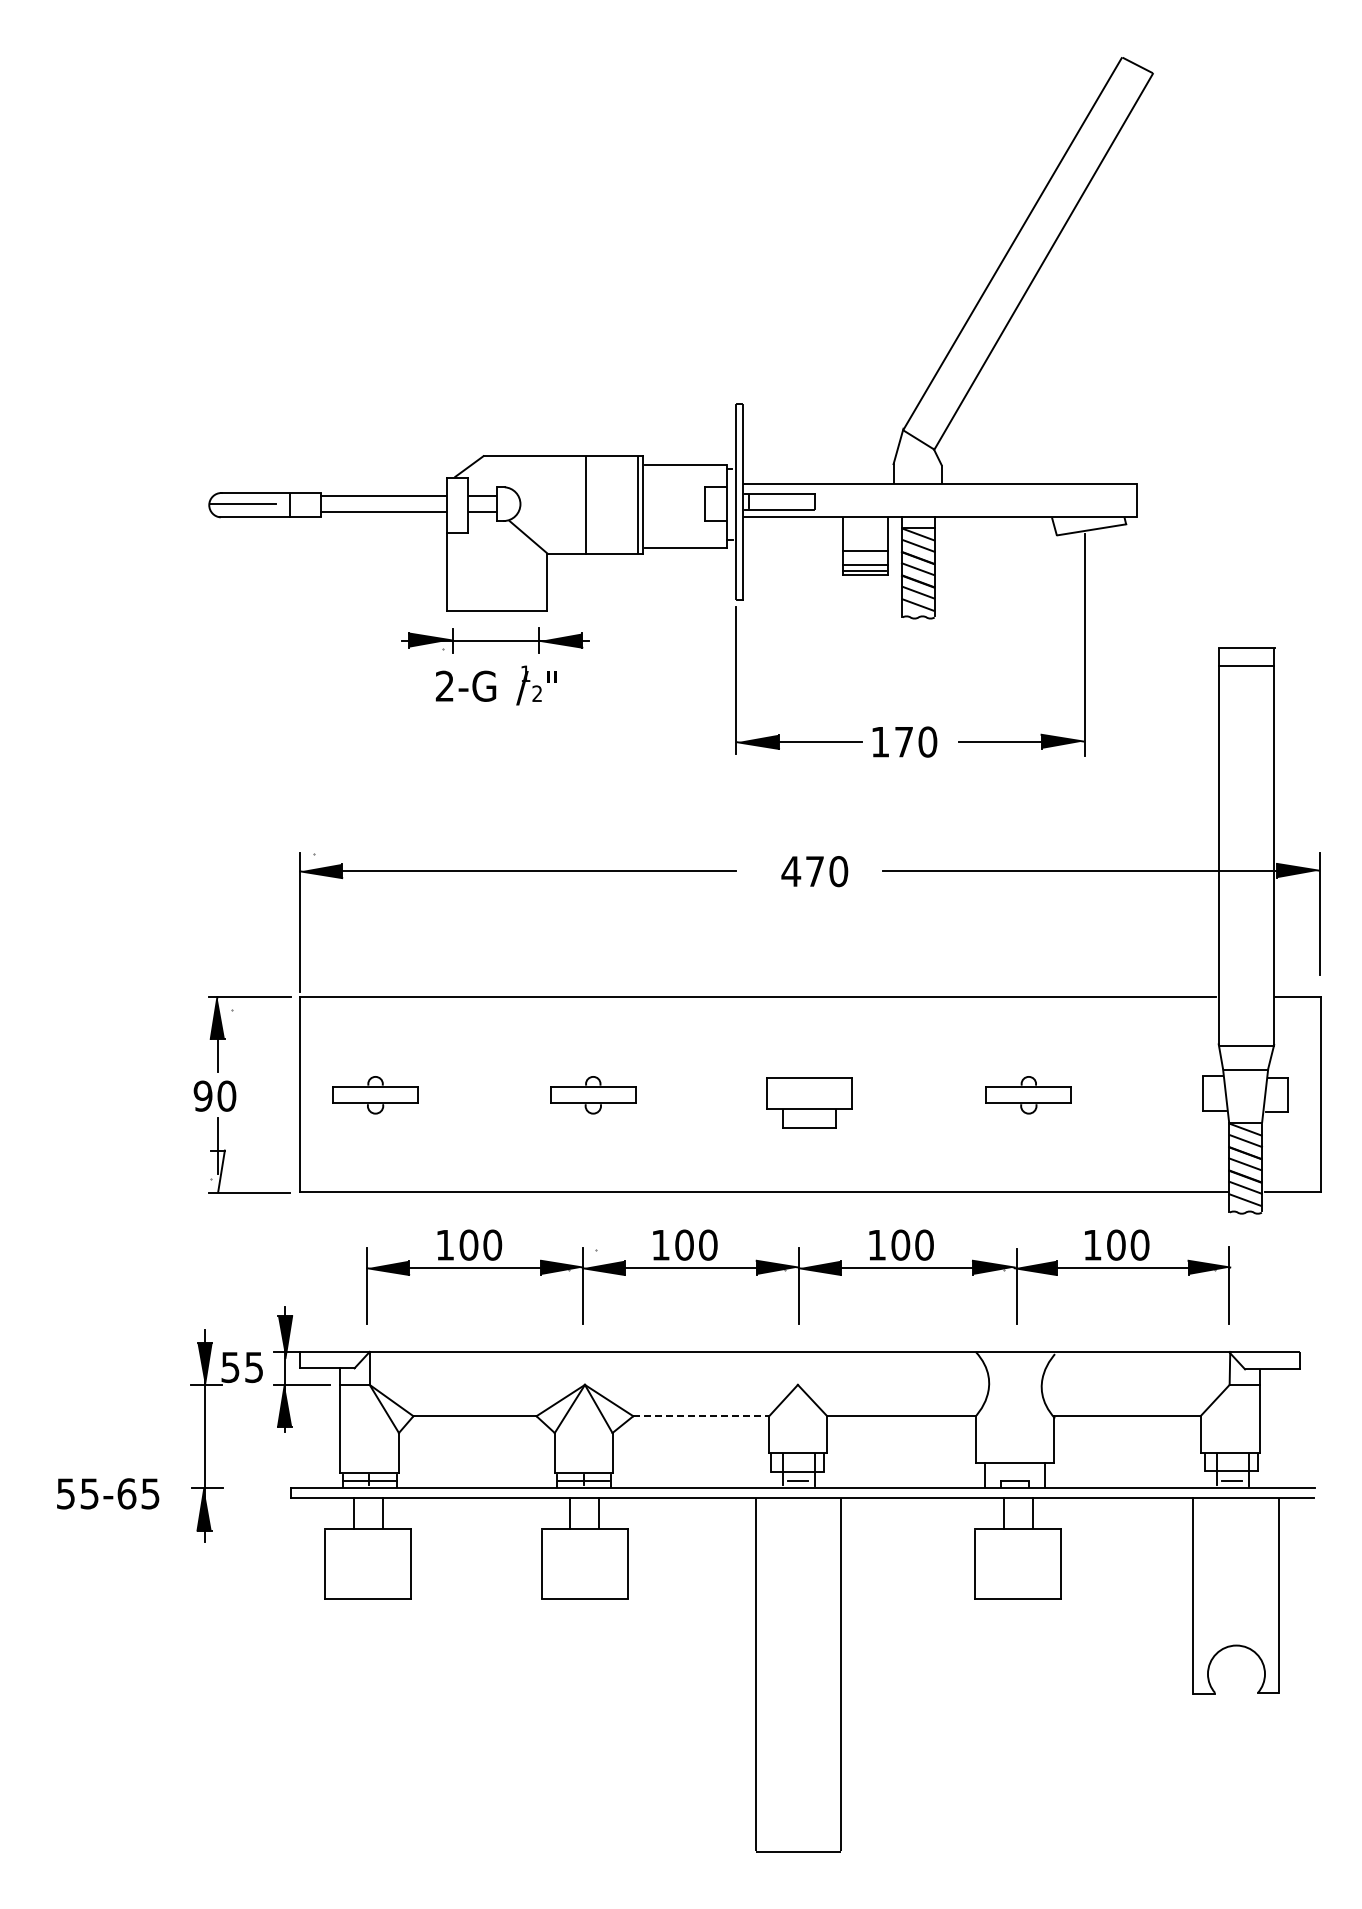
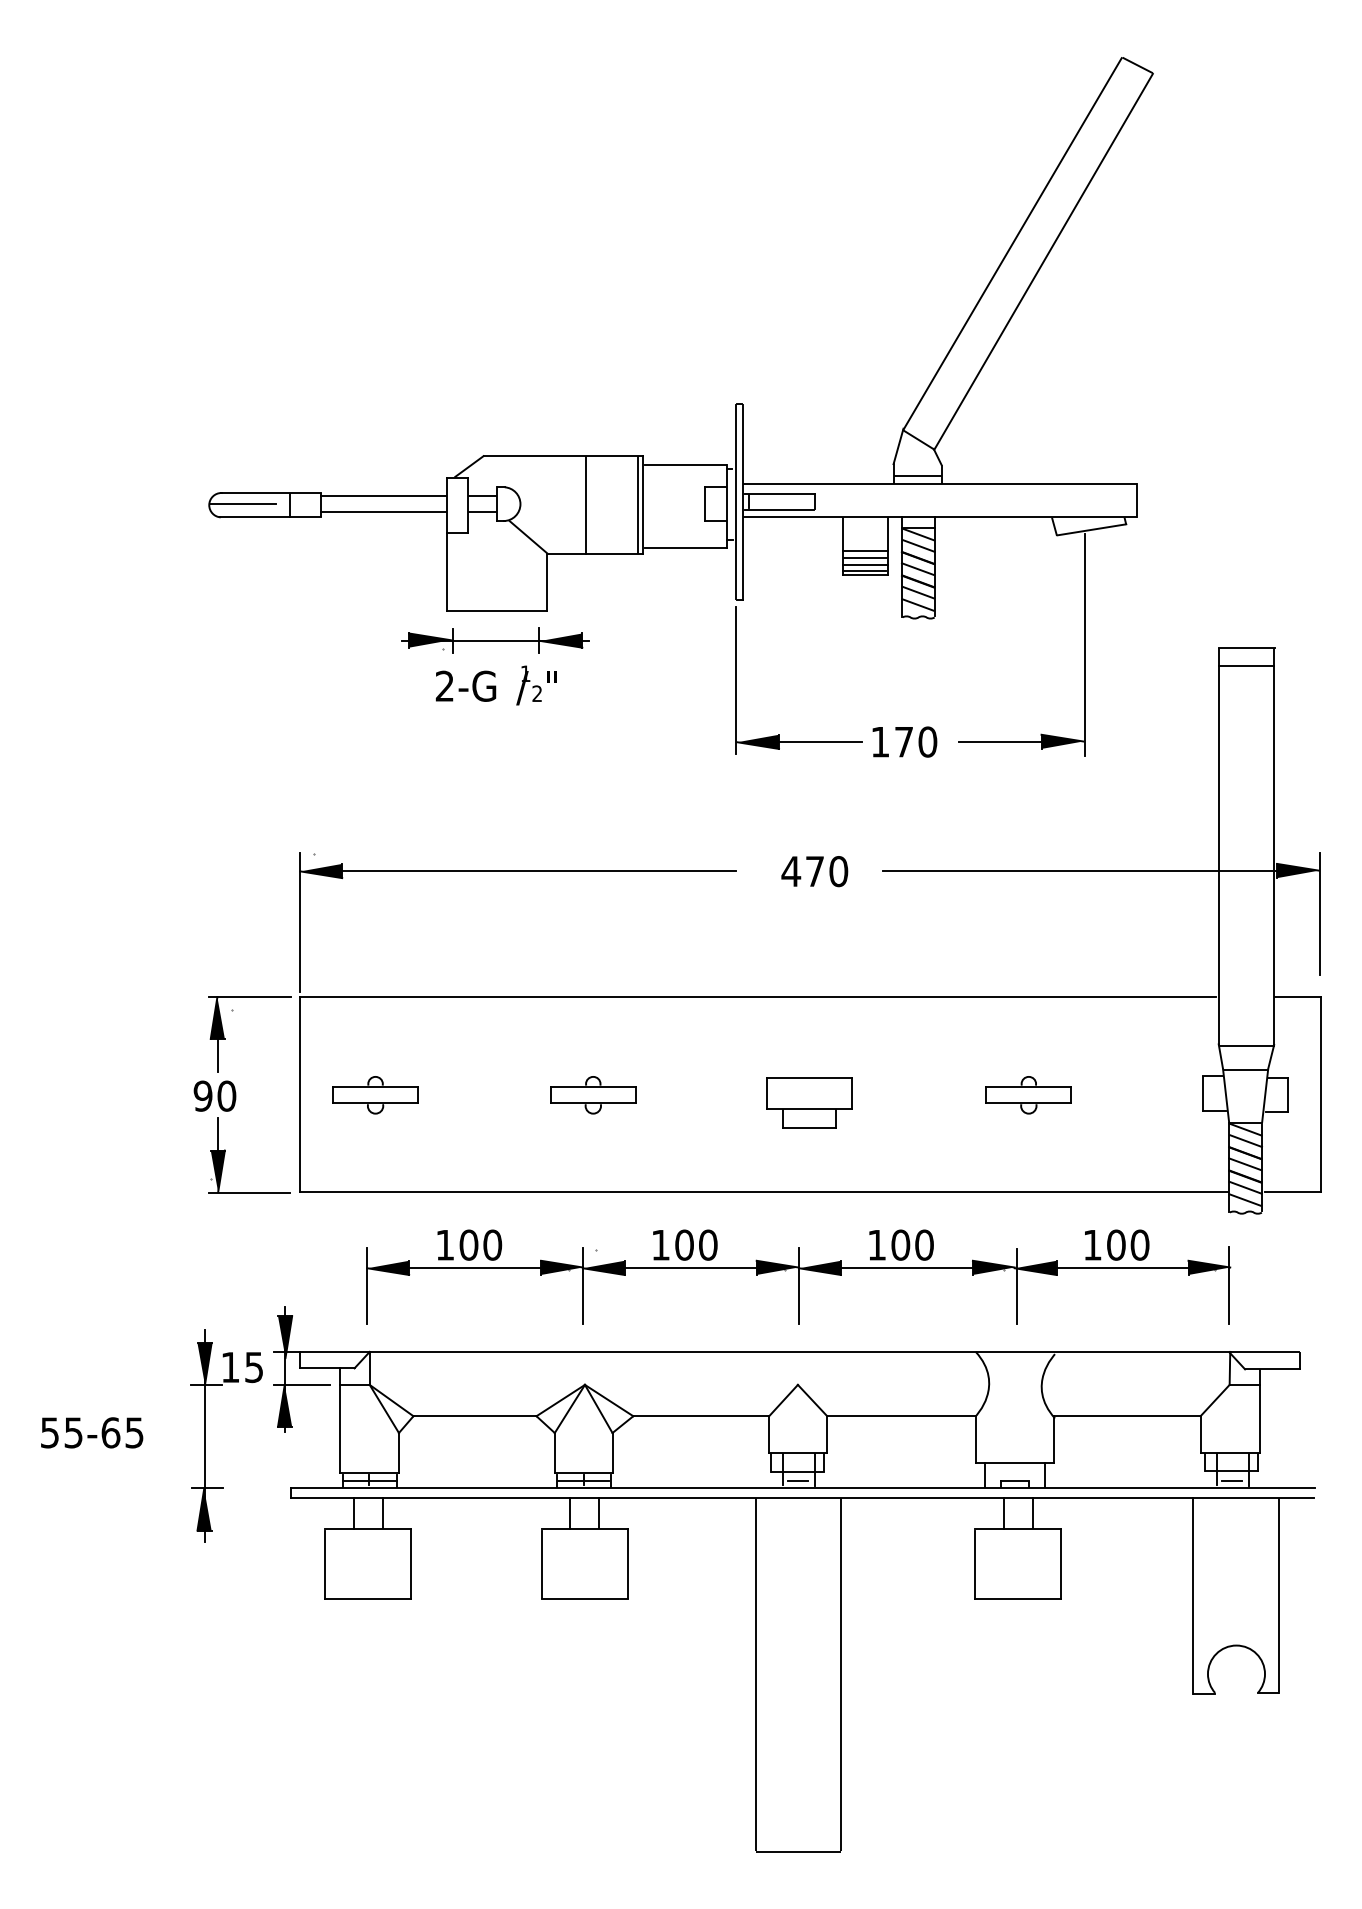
line at (917, 476): none -> present
line at (865, 558): none -> present
fill at (217, 1171): none -> present
text at (230, 1367): 55 -> 15
line at (701, 1416): dashed -> solid
text at (108, 1493) position: (108, 1493) -> (92, 1432)
